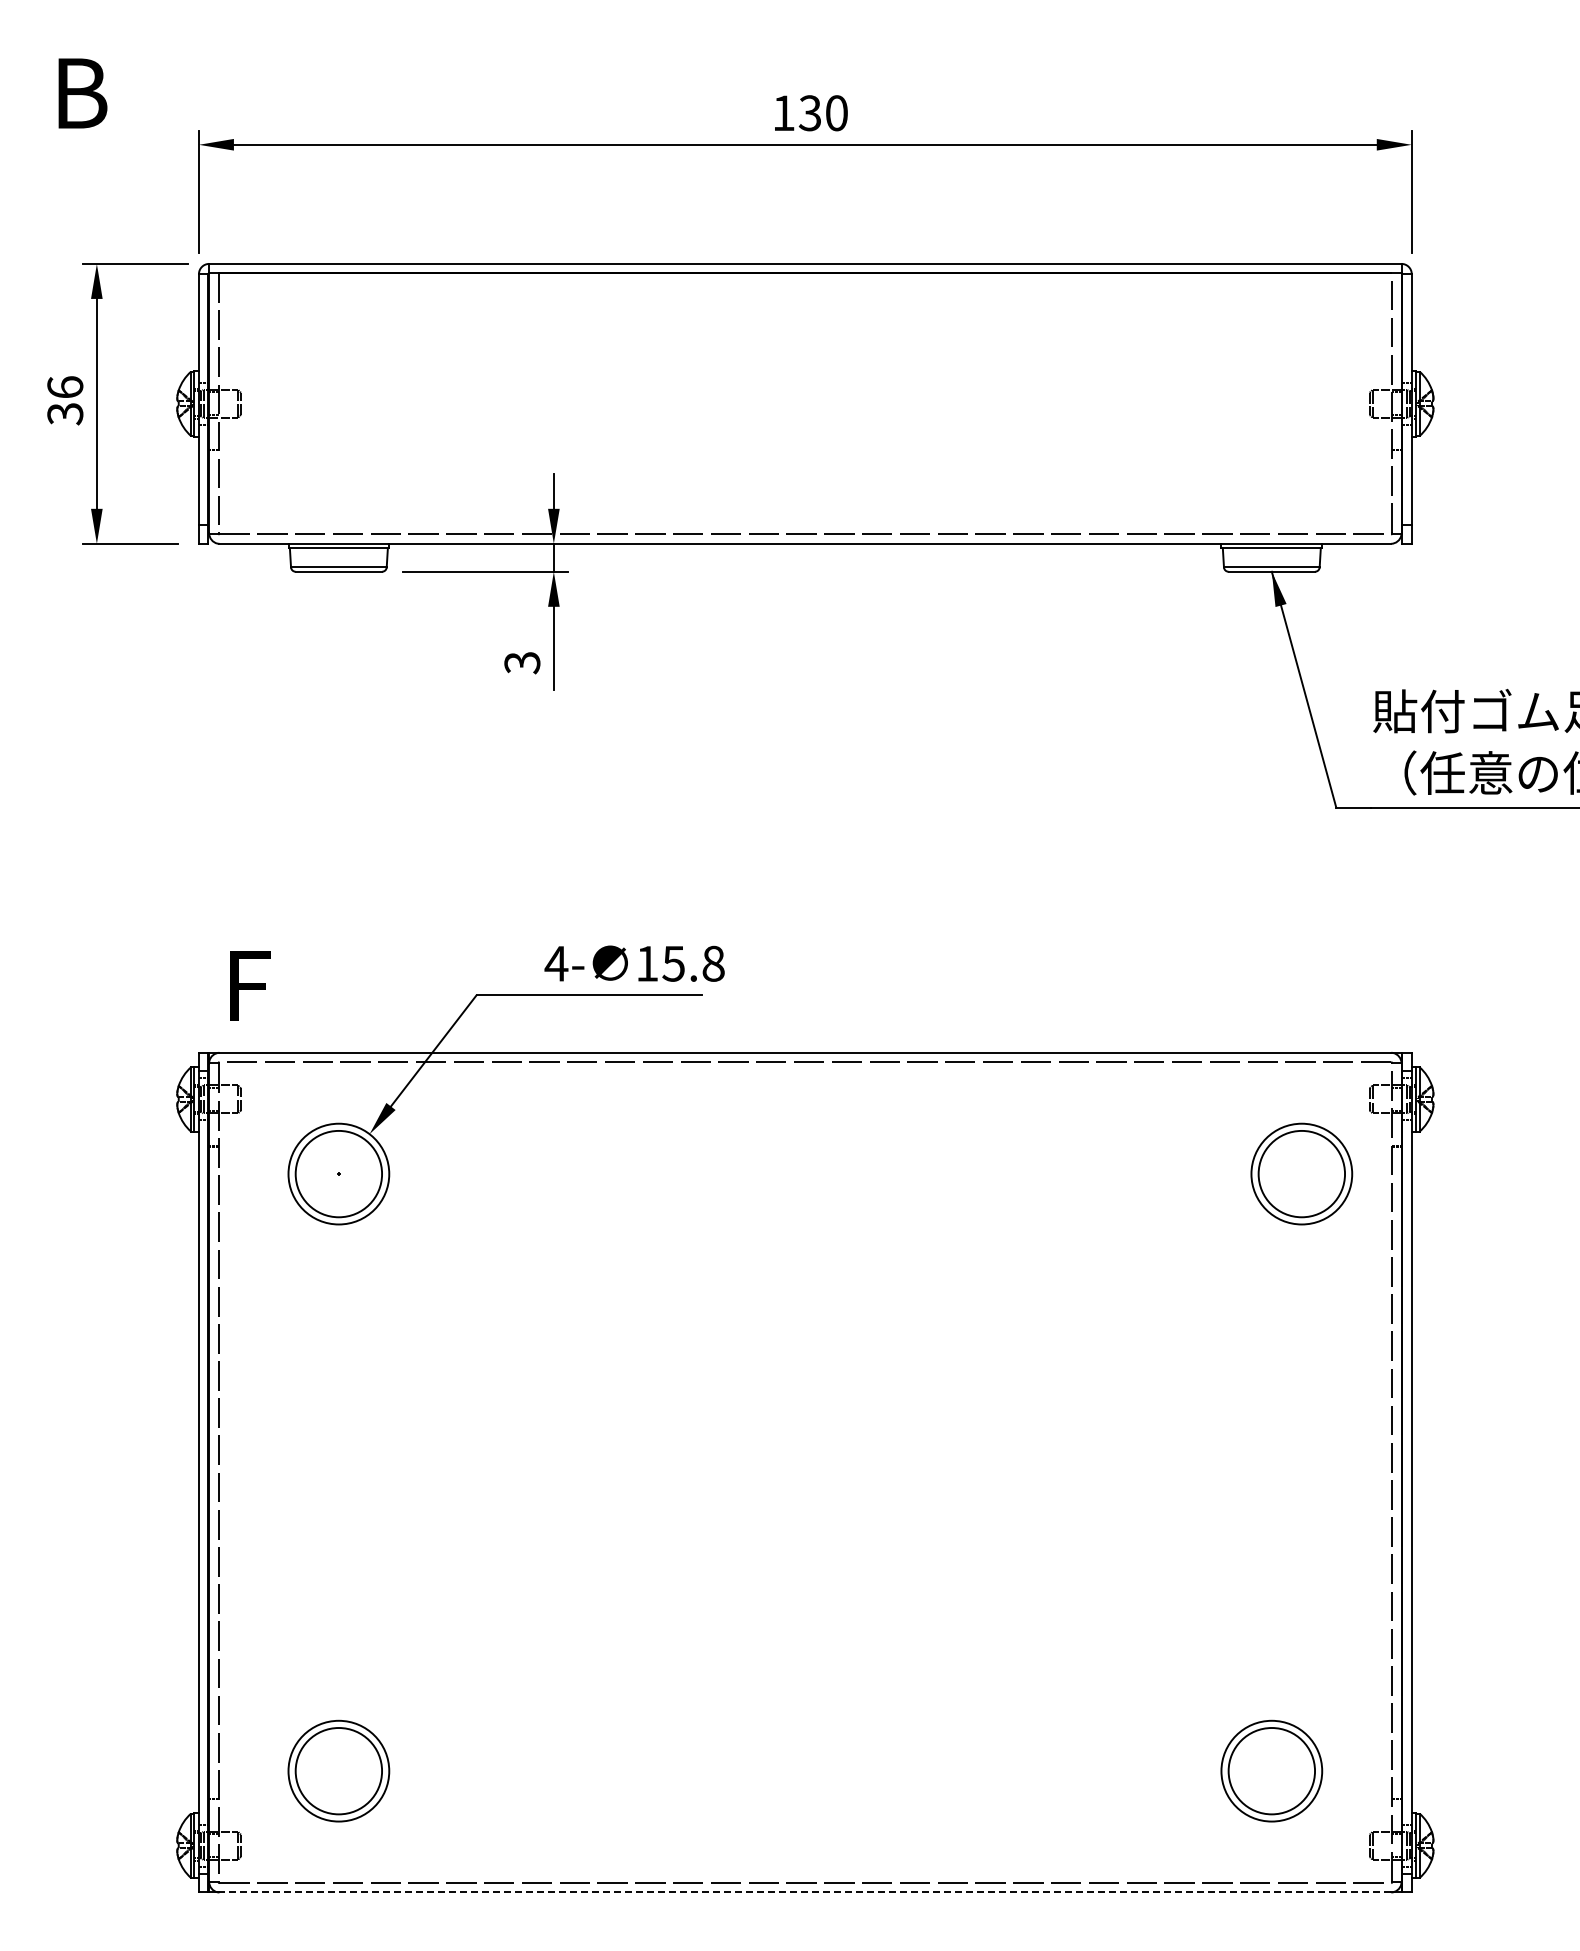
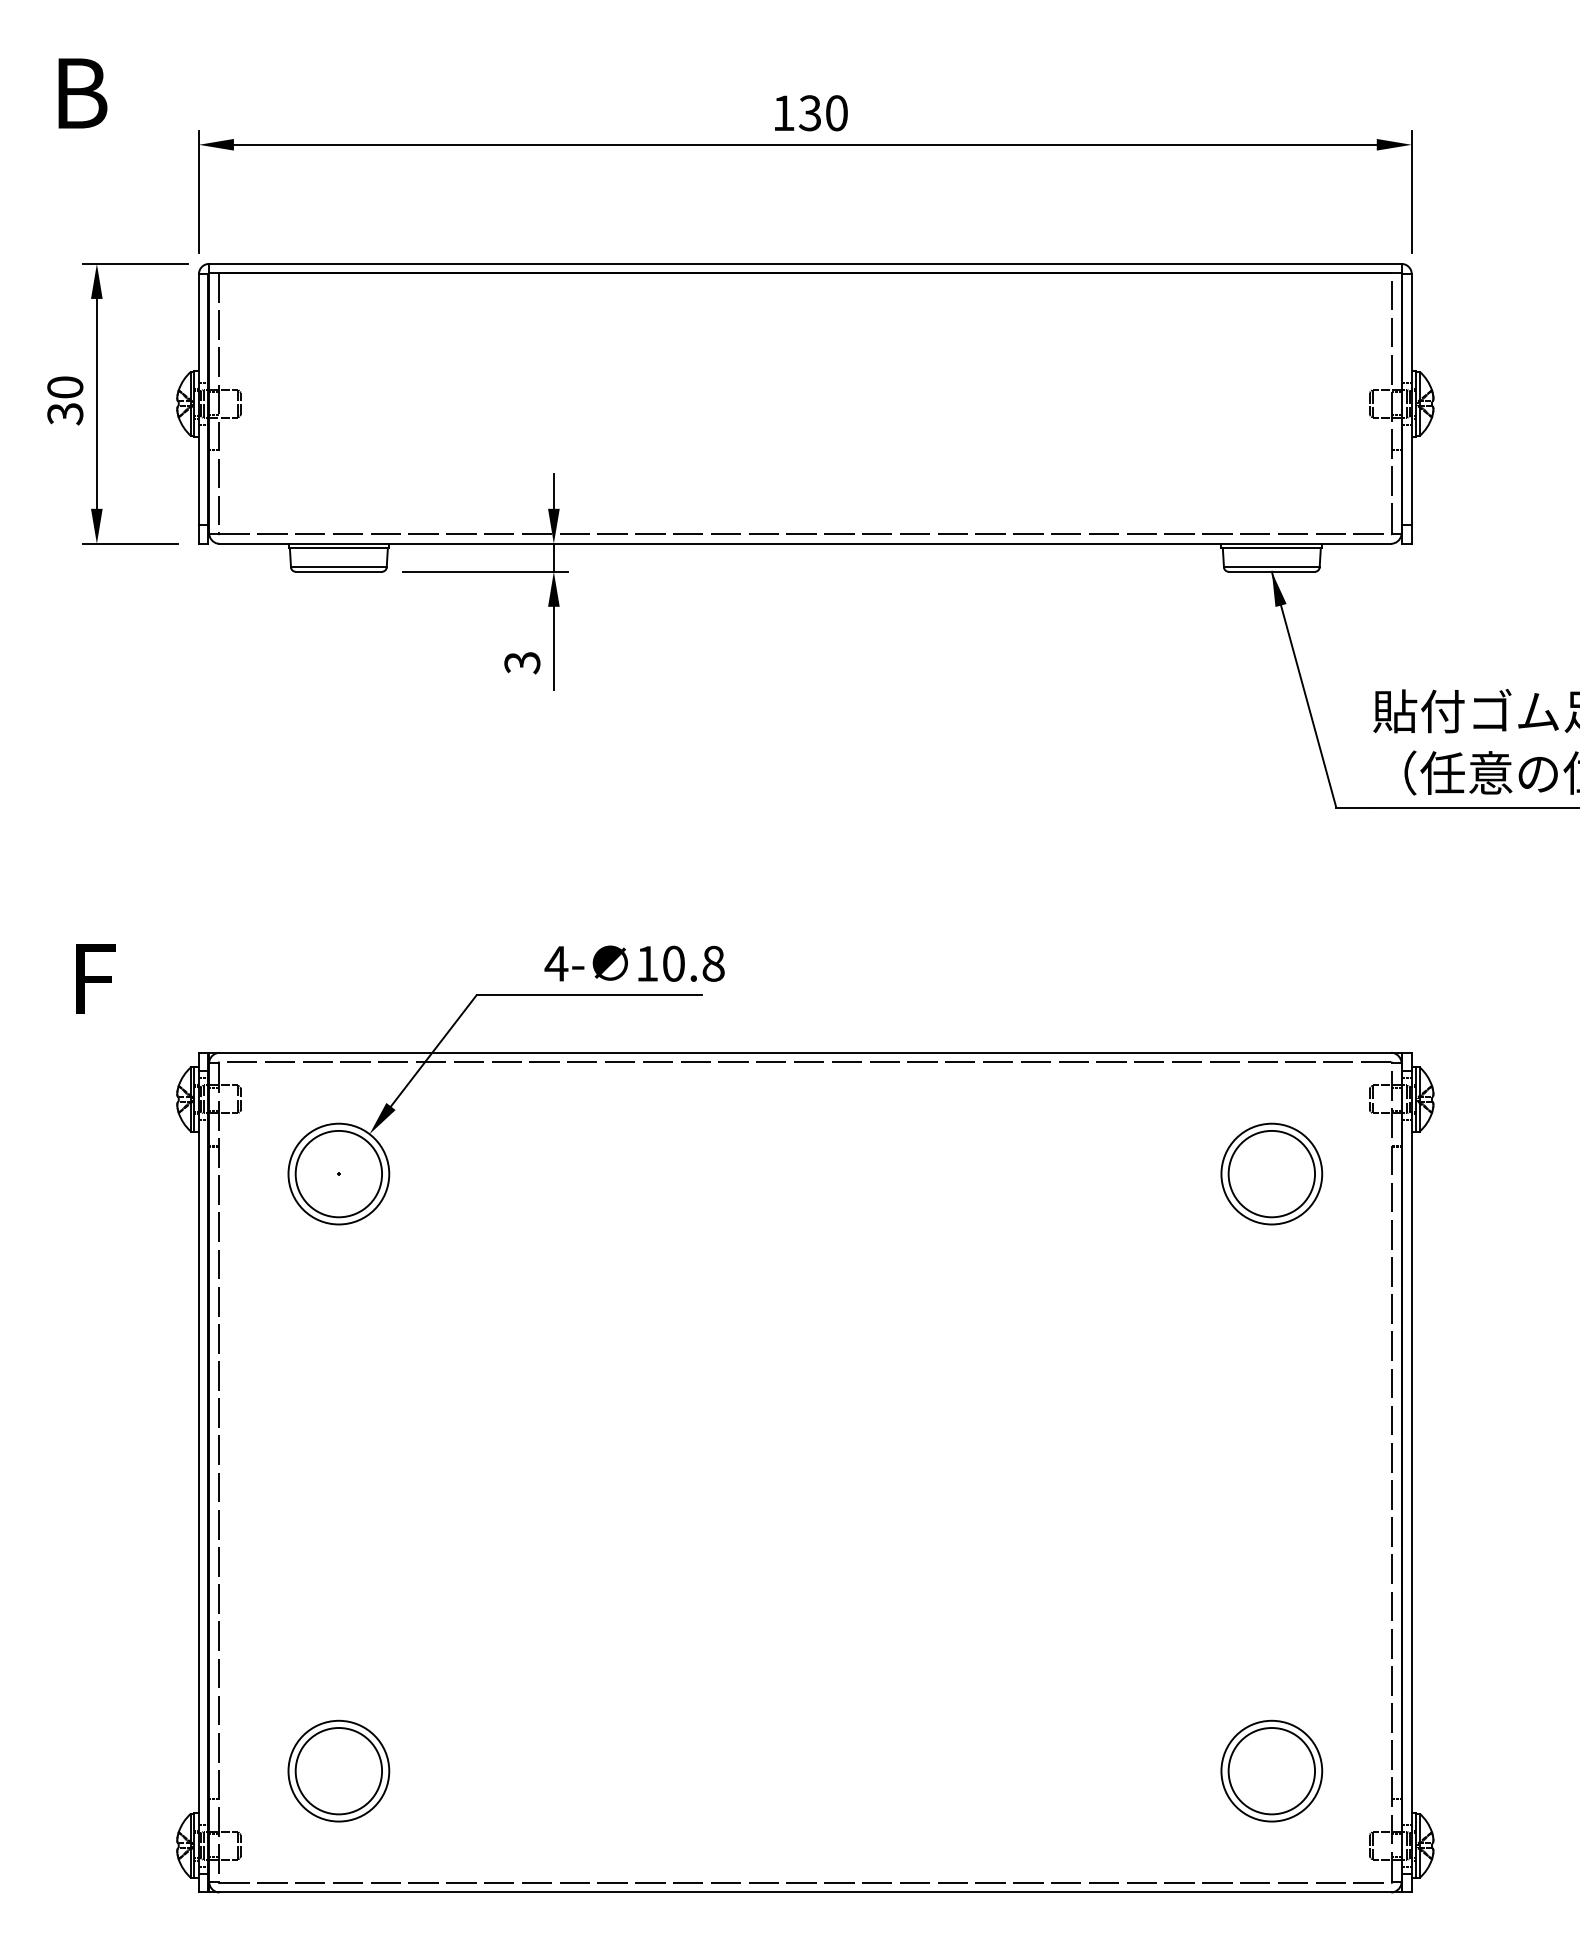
text at (65, 387): 36 -> 30
text at (673, 963): 15.8 -> 10.8
text at (249, 985) position: (249, 985) -> (95, 978)
part at (1301, 1173) position: (1301, 1173) -> (1271, 1173)
line at (805, 1892): dashed -> solid
